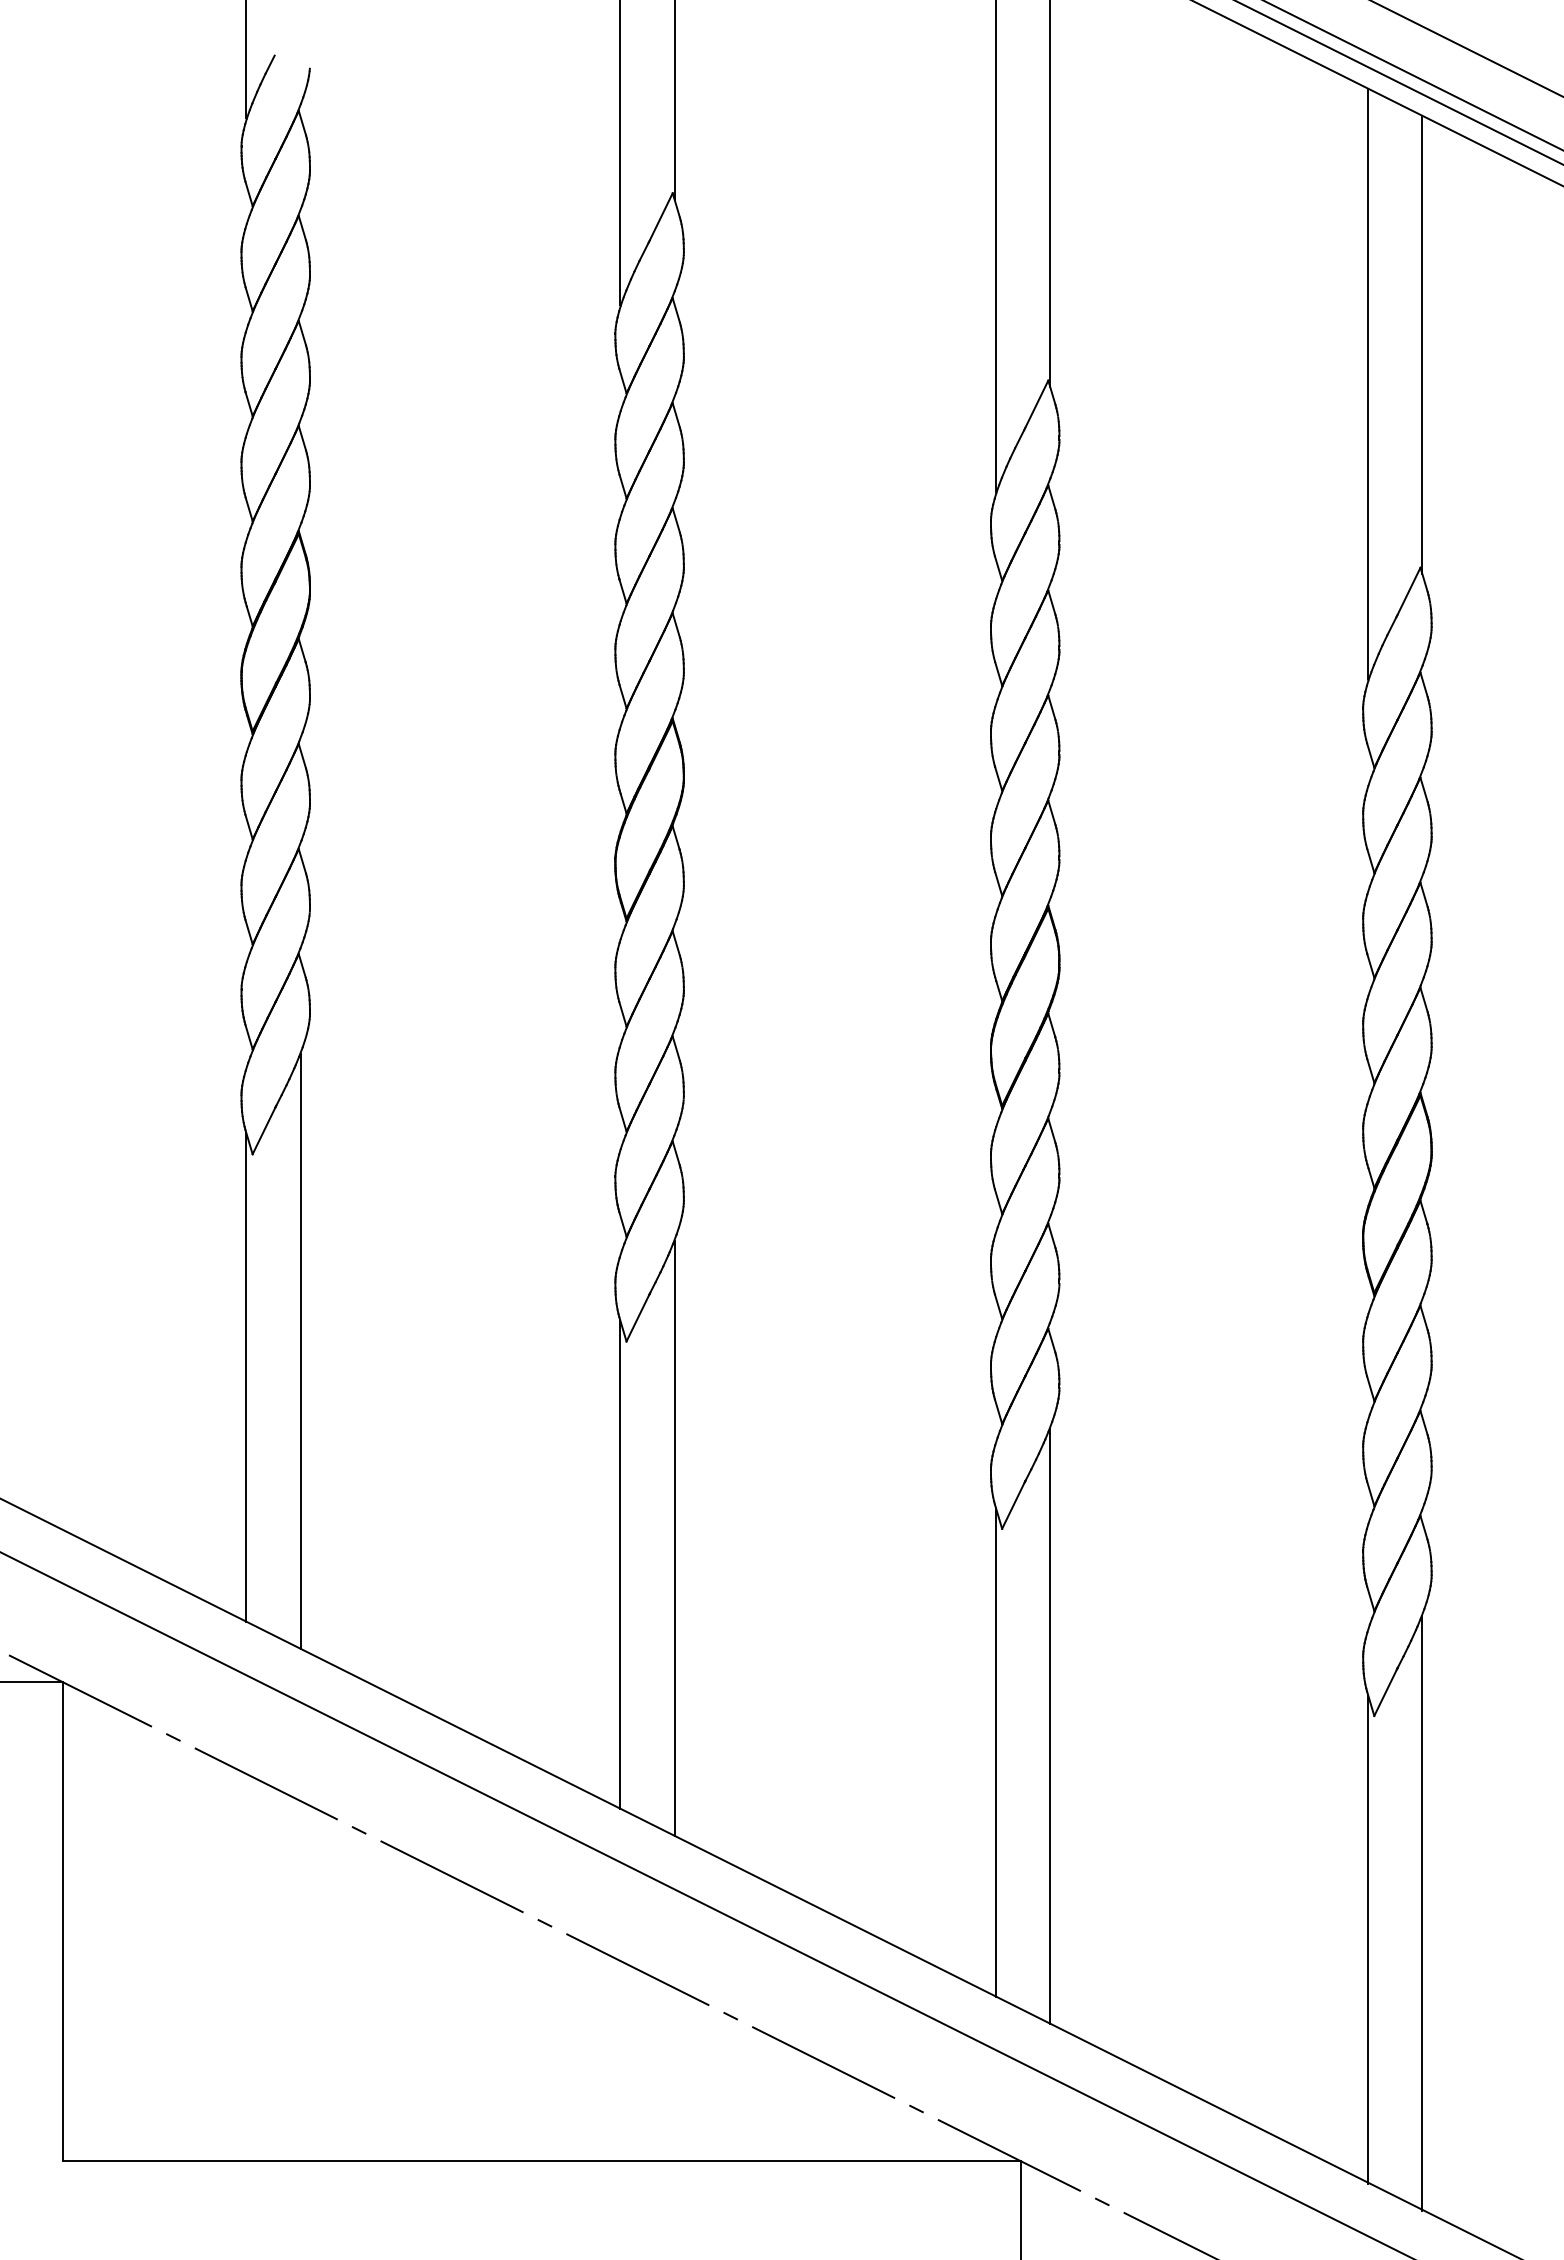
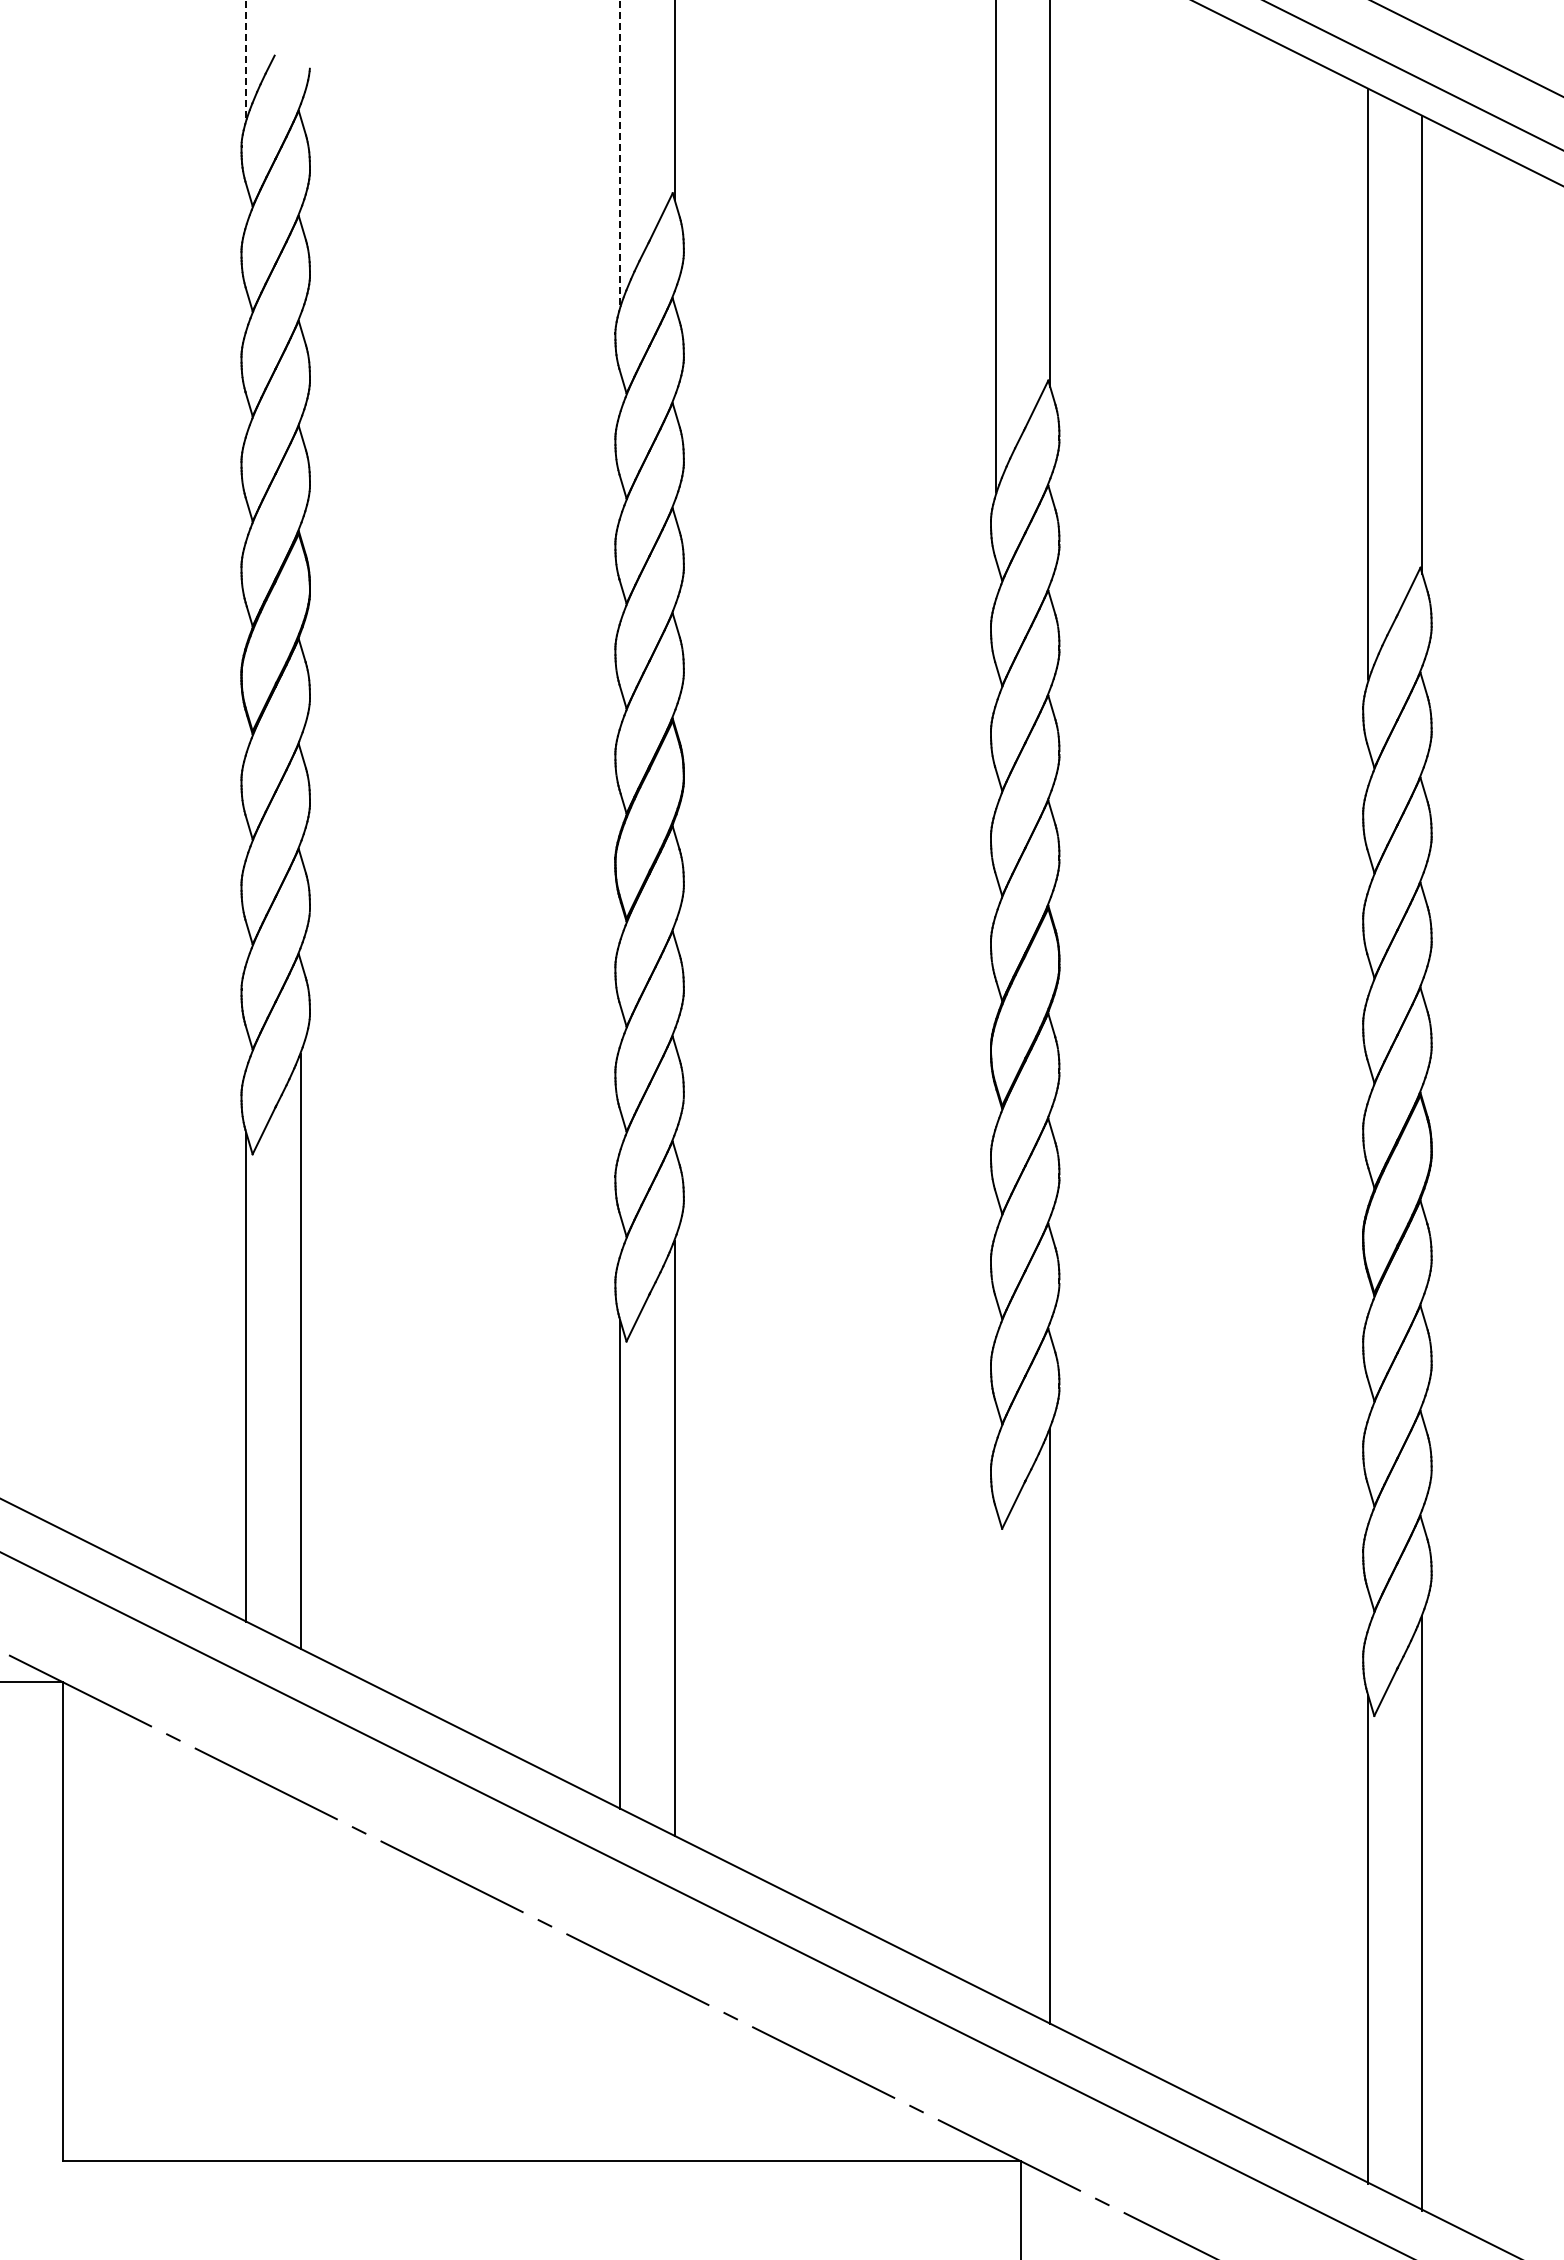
line at (246, 58): solid -> dashed
line at (1399, 82): present -> none
line at (620, 151): solid -> dashed
line at (995, 1751): present -> none
